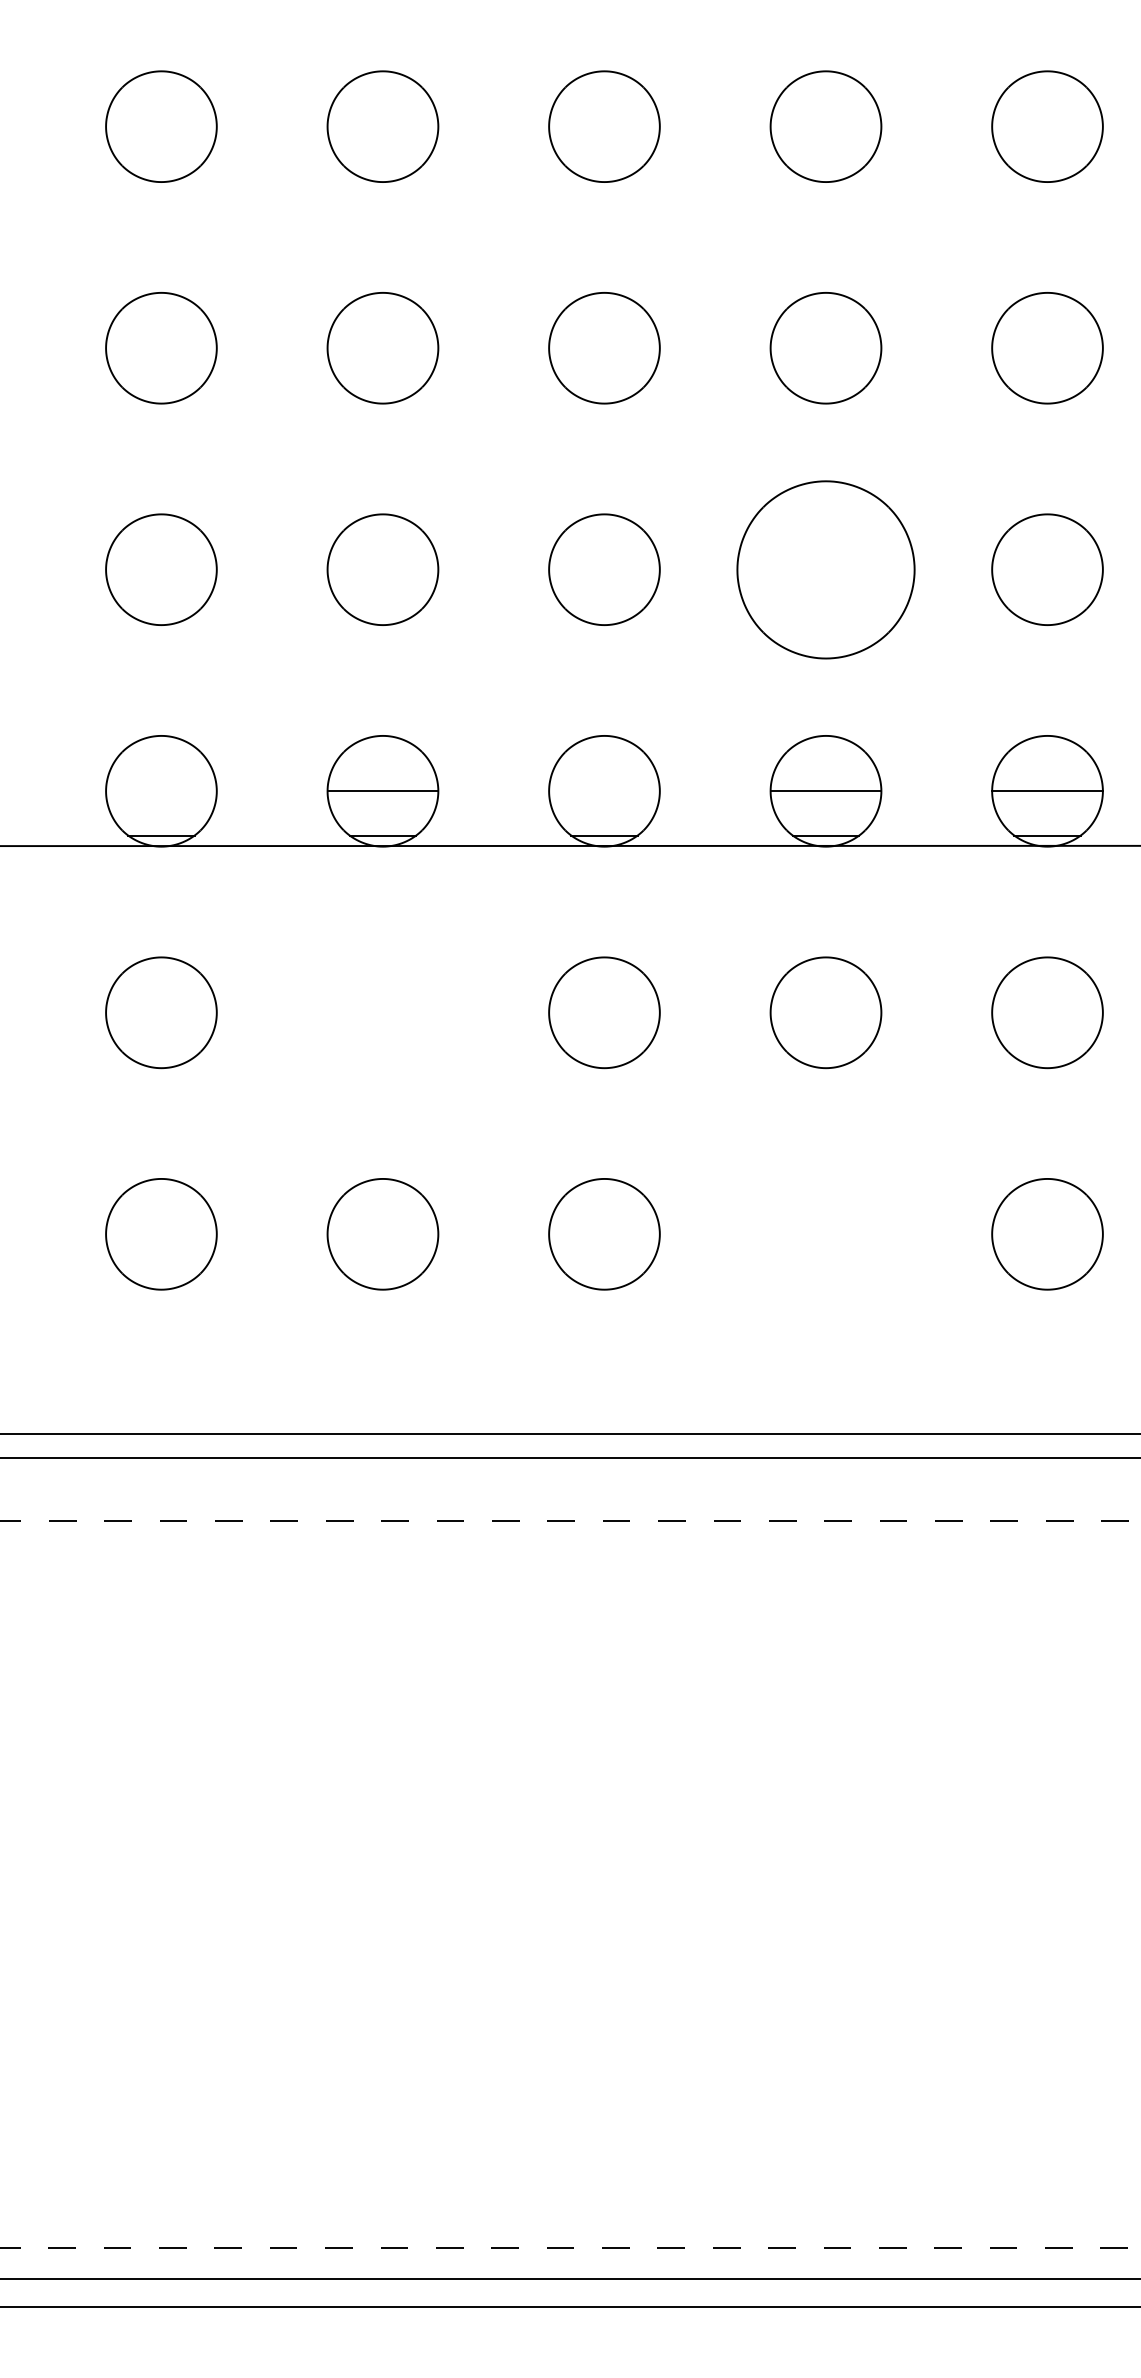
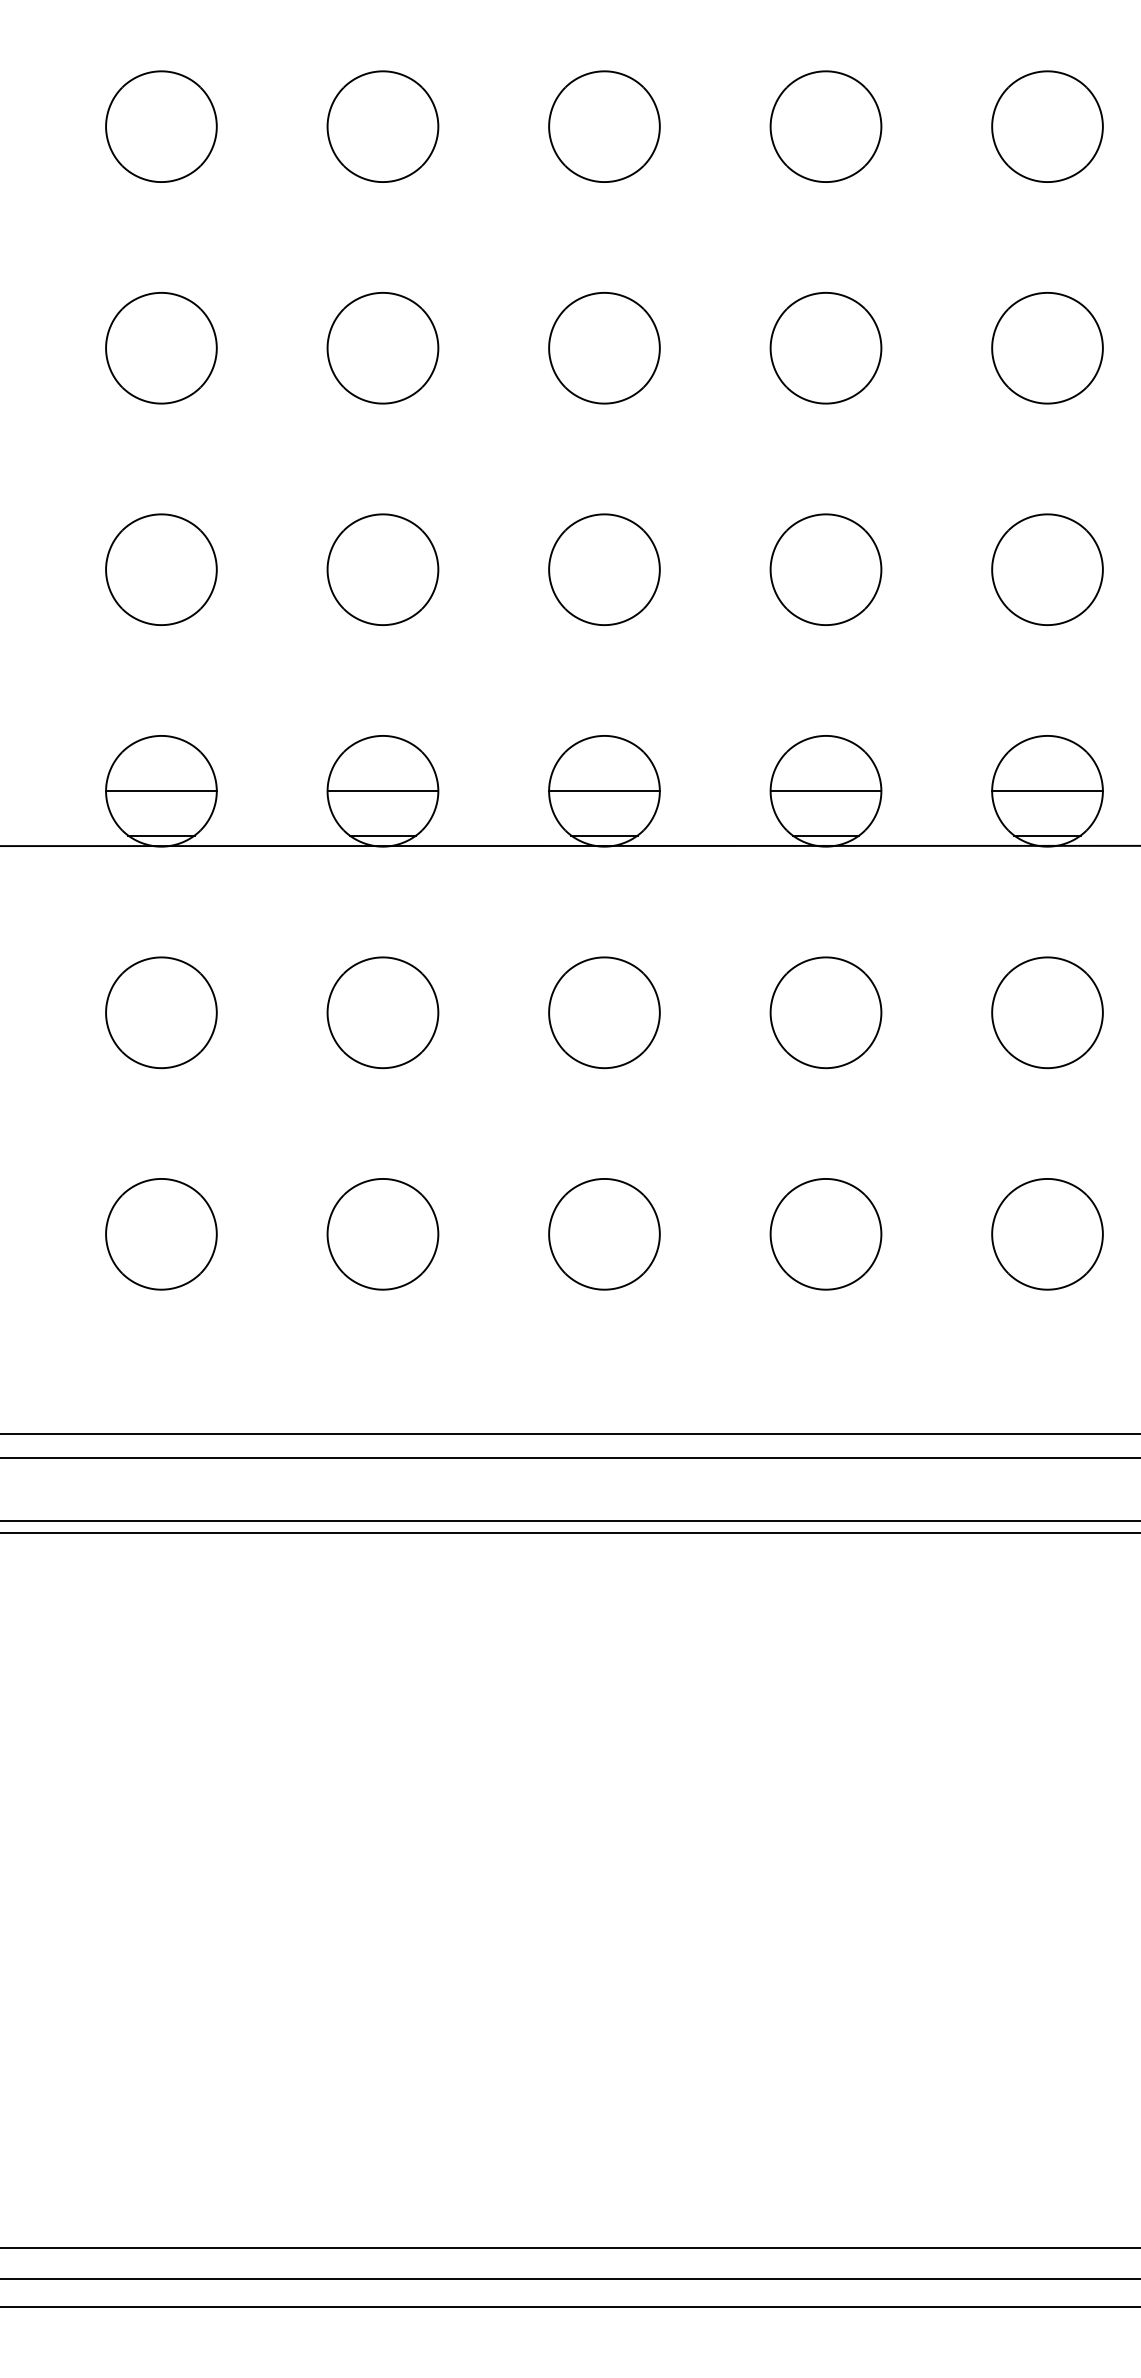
part at (825, 569) size: 180x180 px -> 114x113 px
line at (161, 791): none -> present
line at (604, 791): none -> present
part at (382, 1012): none -> present
part at (825, 1234): none -> present
line at (570, 1521): dashed -> solid
line at (569, 1533): none -> present
line at (570, 2247): dashed -> solid
